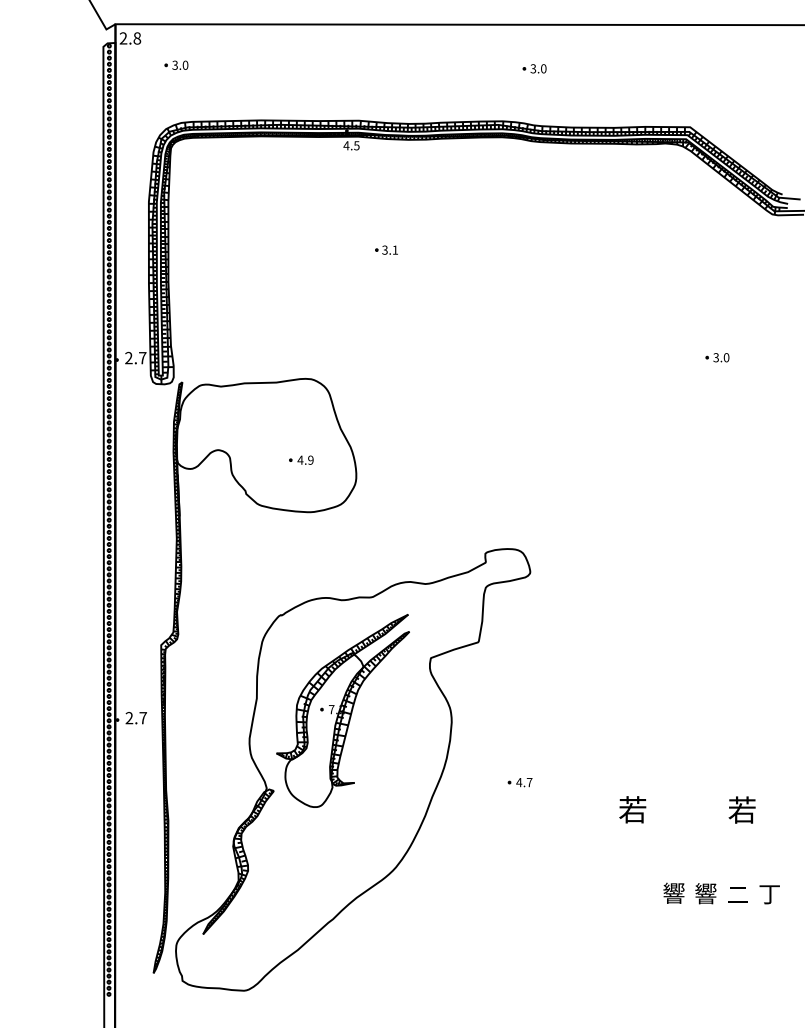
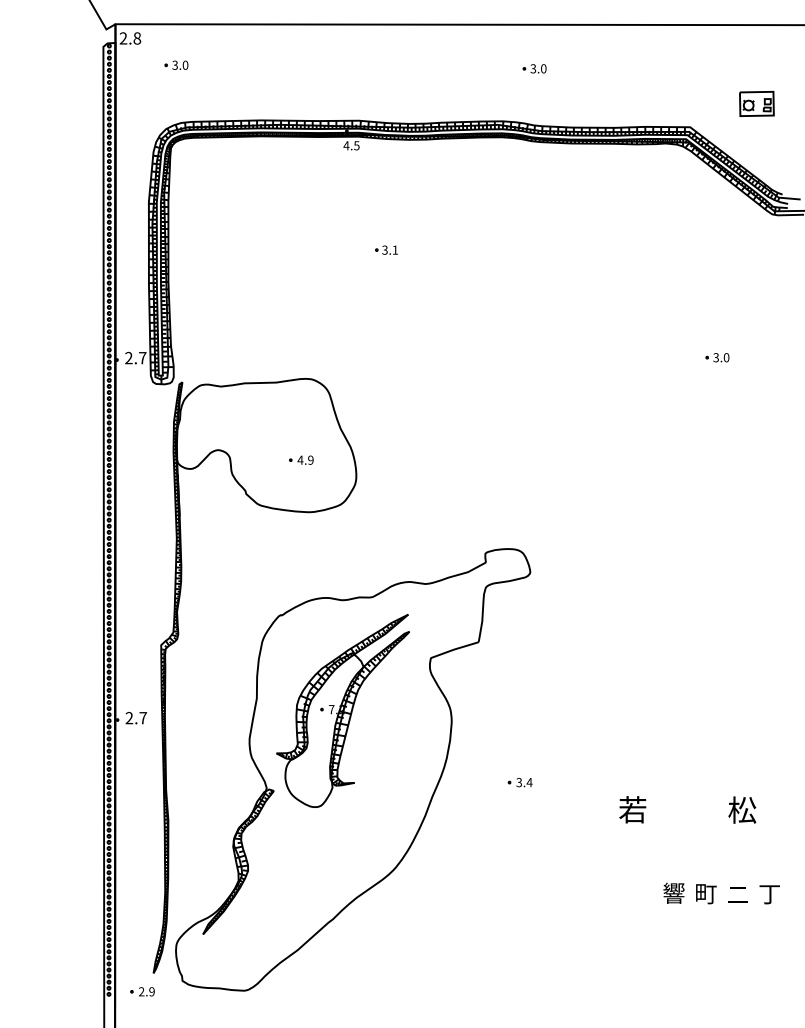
part at (756, 103): none -> present
text at (524, 782): 4.7 -> 3.4
text at (742, 809): 若 -> 松
text at (705, 893): 響 -> 町
part at (142, 991): none -> present
